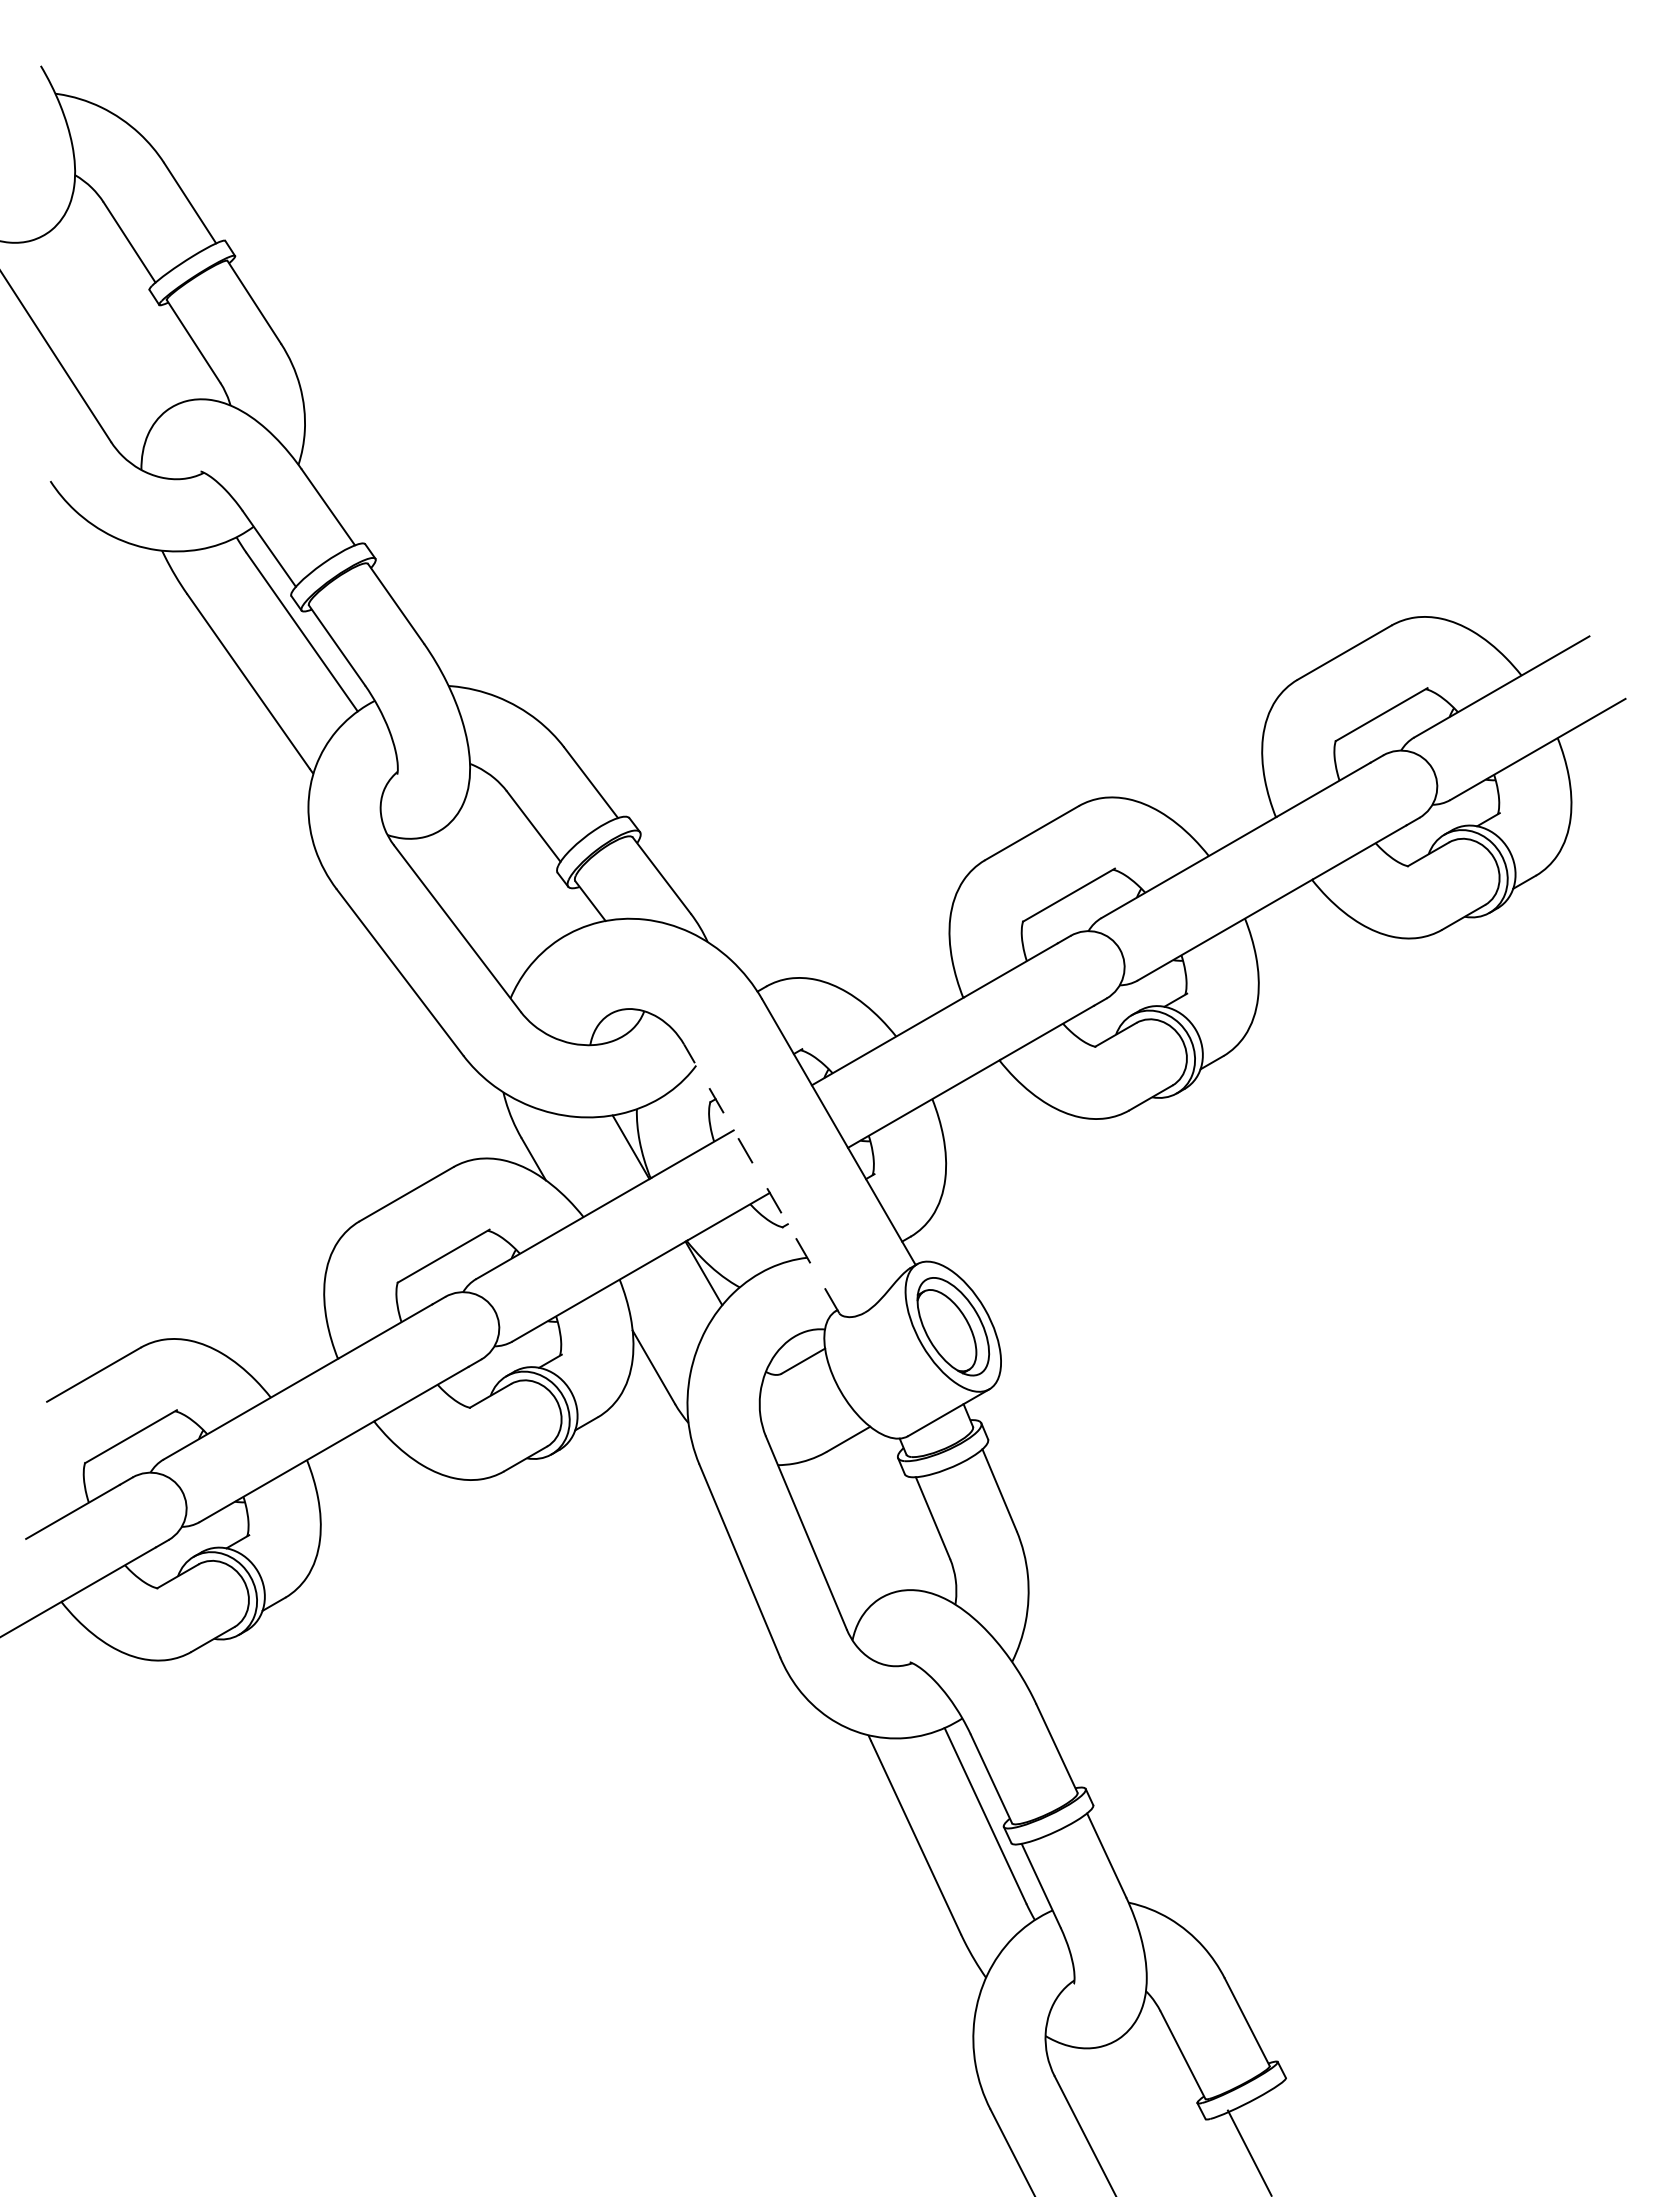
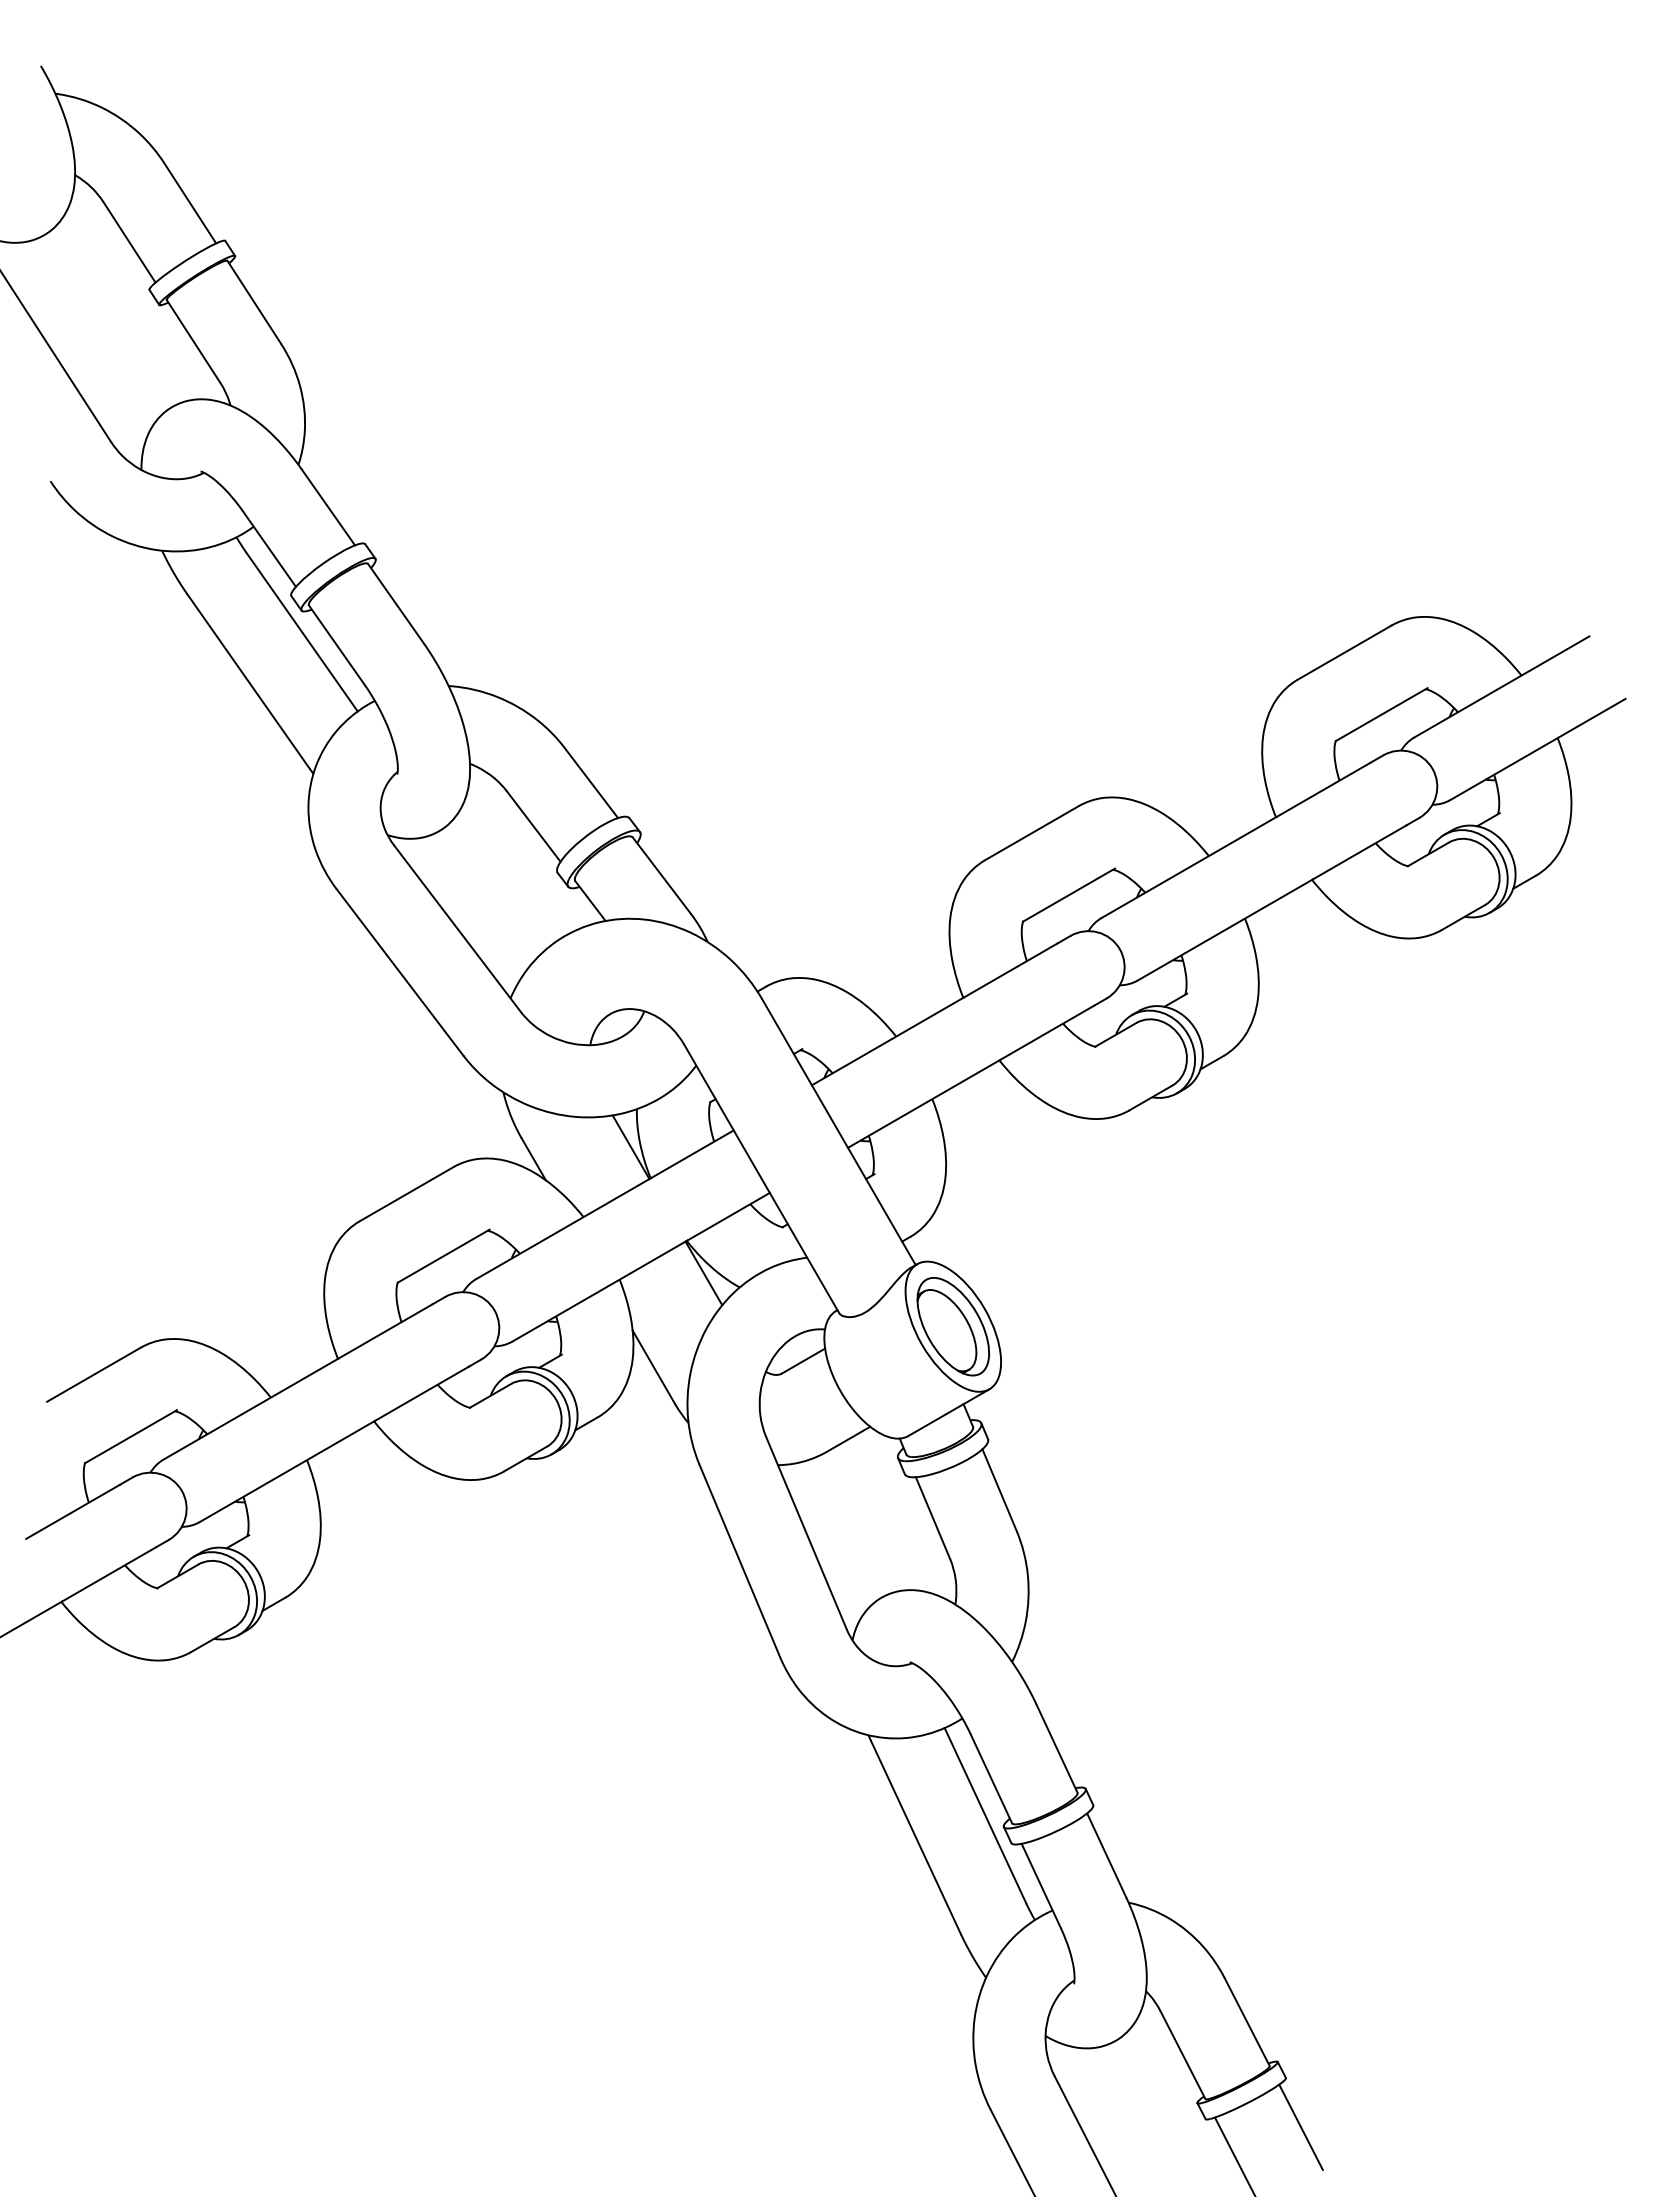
line at (761, 1178): dashed -> solid
line at (1300, 2126): none -> present
line at (1248, 2151) position: (1248, 2151) -> (1234, 2155)
